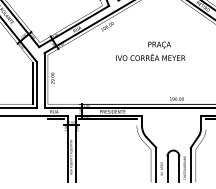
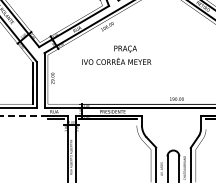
text at (150, 50) position: (150, 50) -> (116, 54)
line at (24, 115): solid -> dashed
